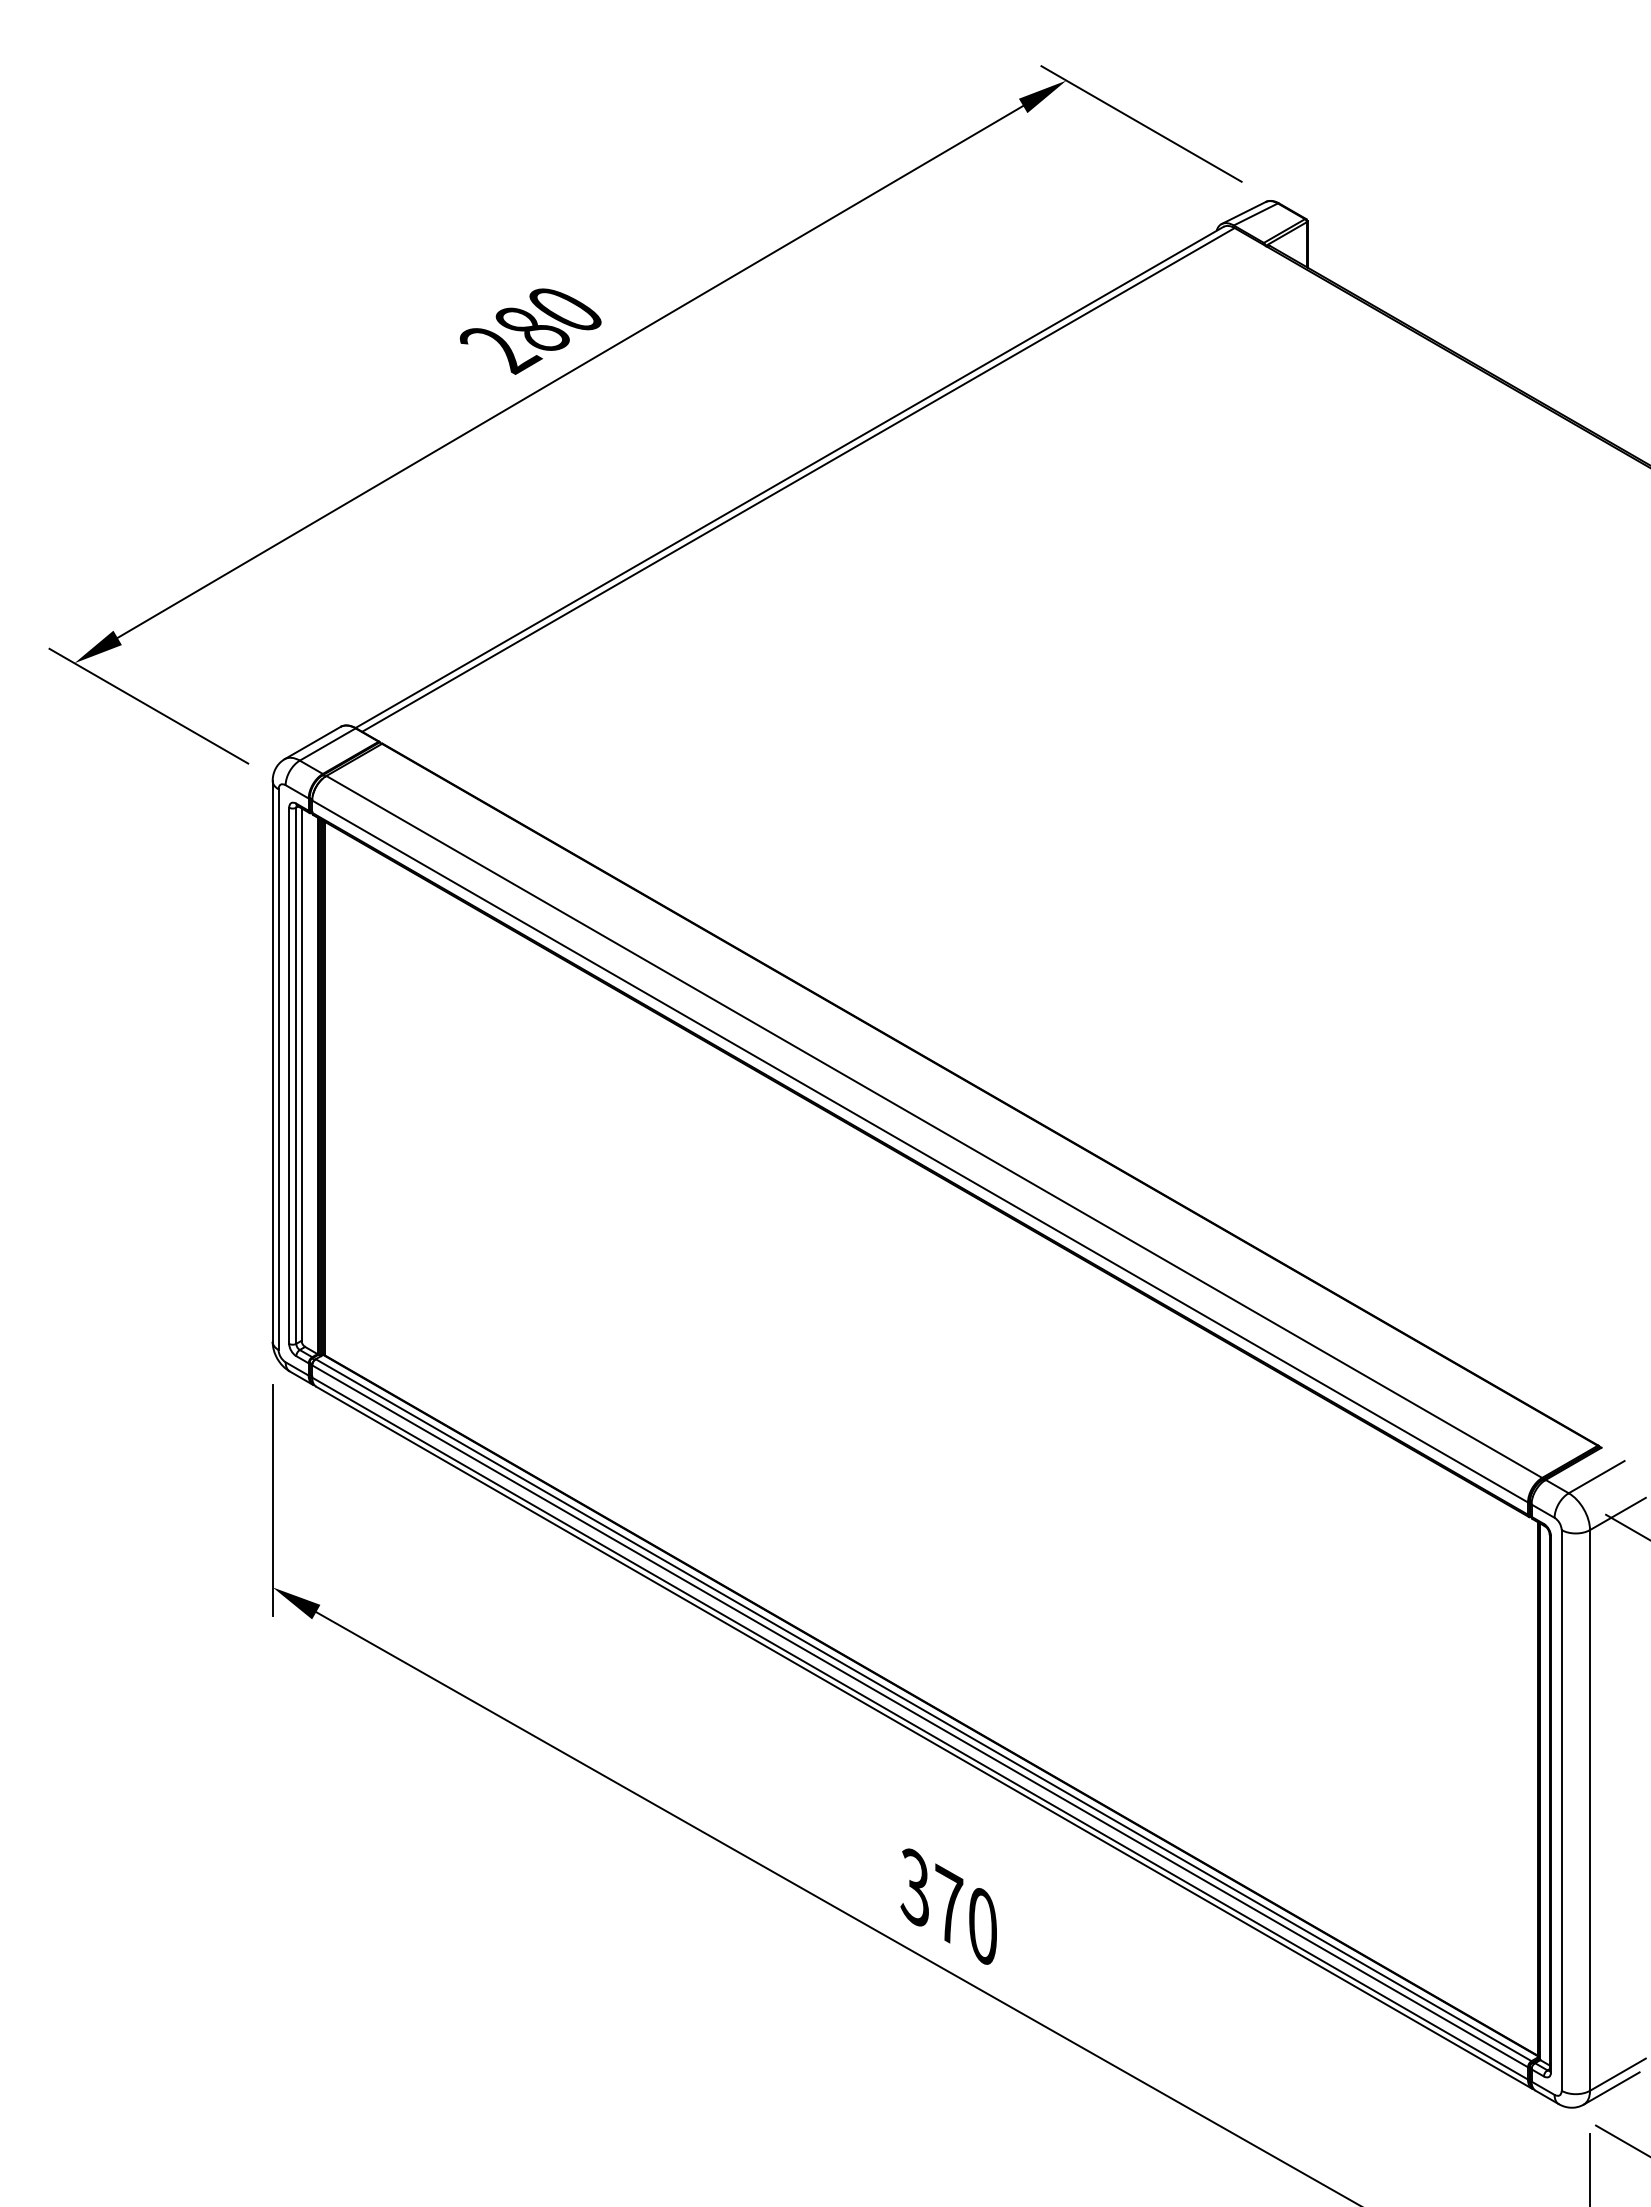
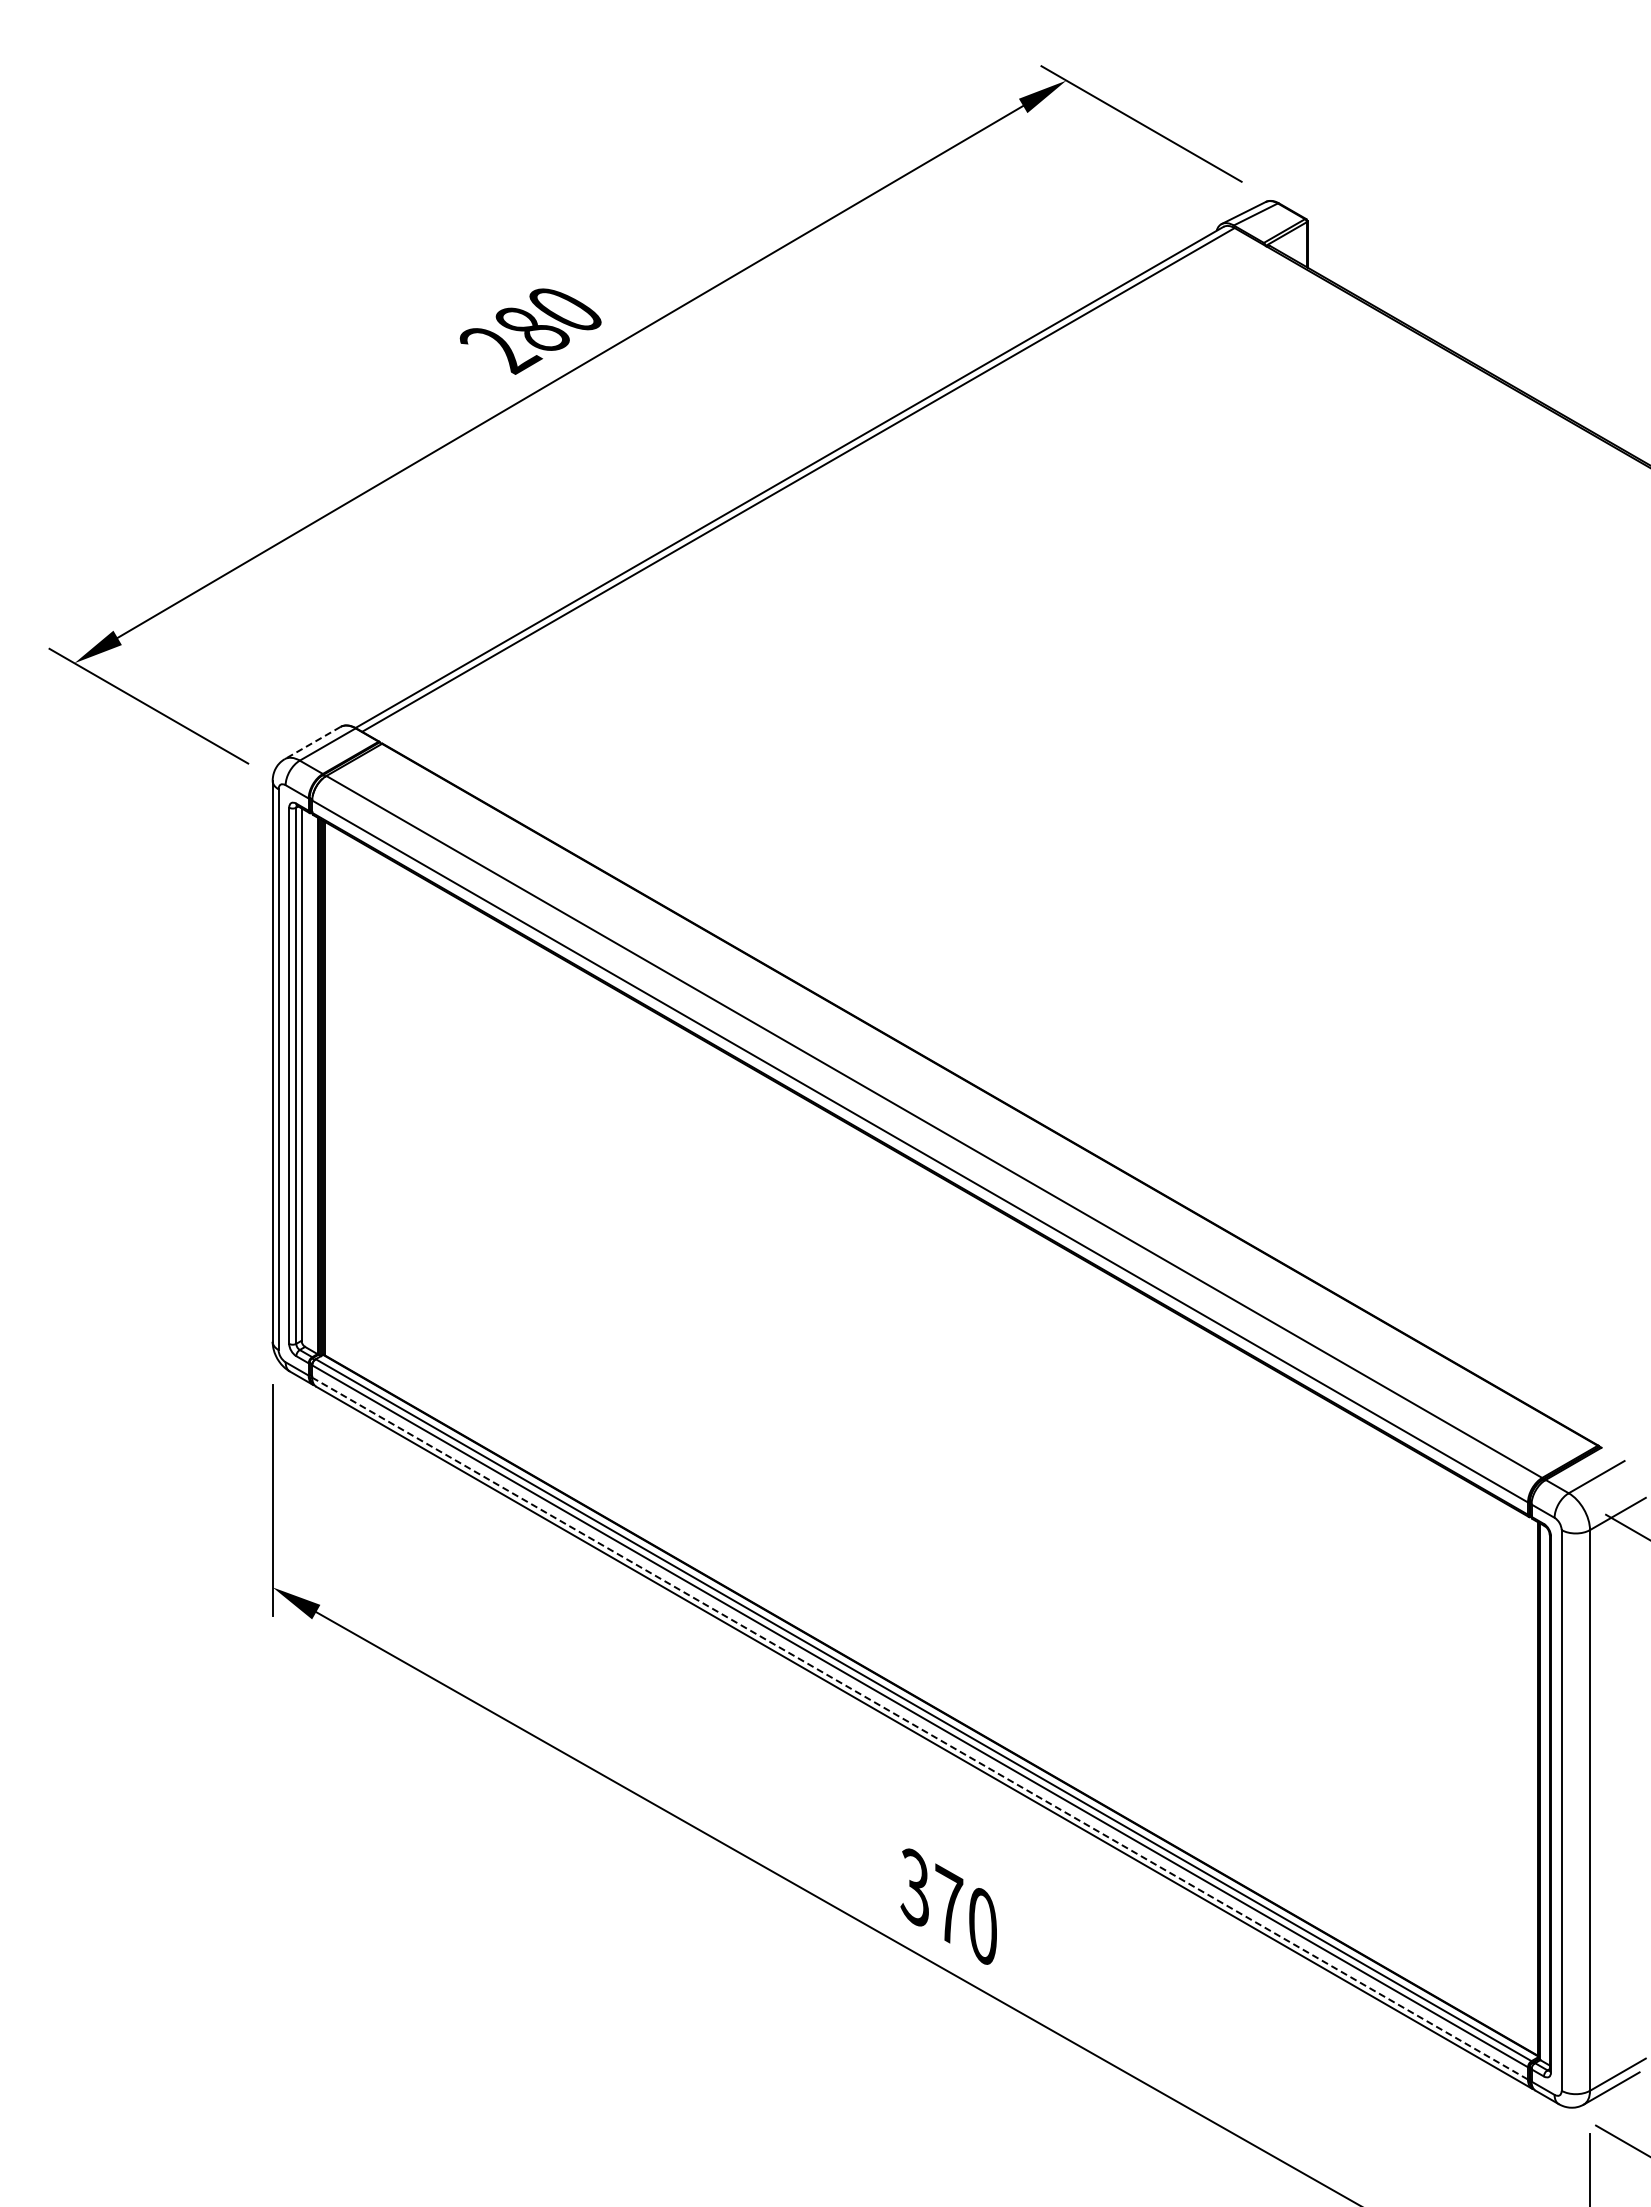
line at (312, 743): solid -> dashed
line at (920, 1728): solid -> dashed
